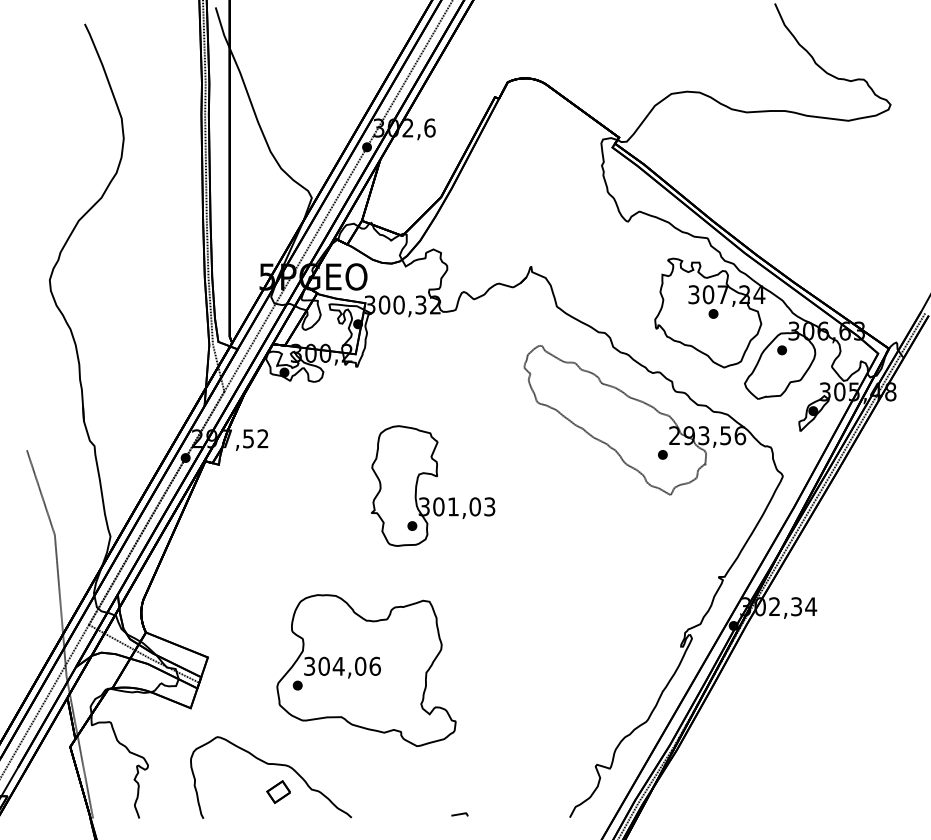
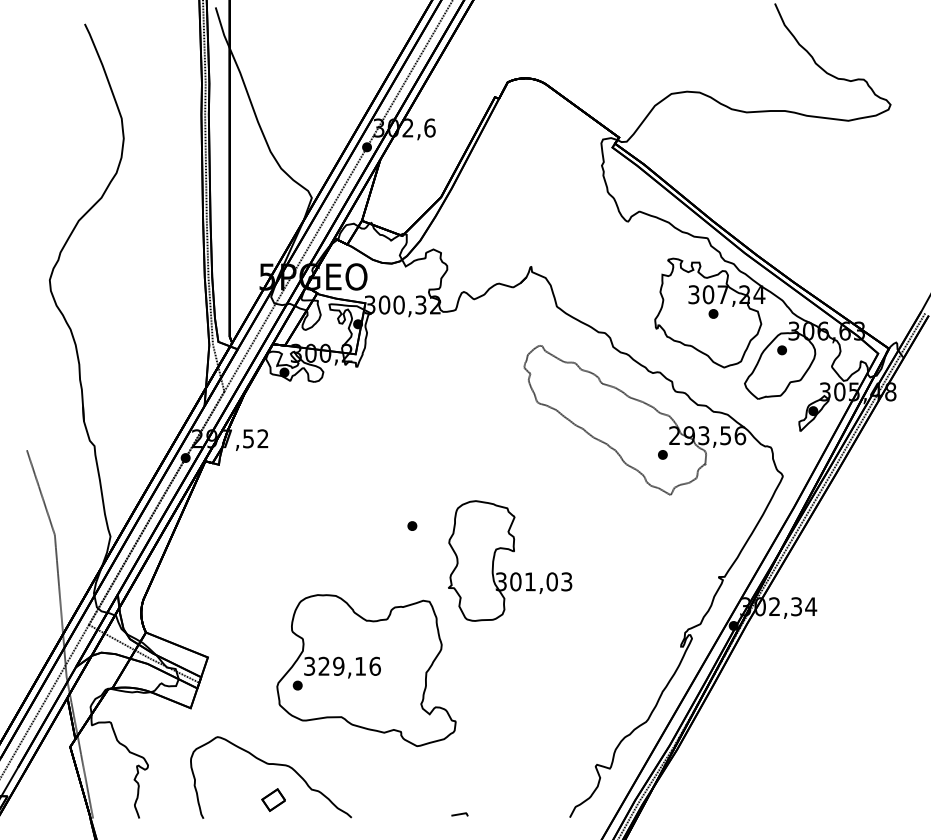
part at (436, 477) position: (436, 477) -> (513, 552)
text at (342, 665): 304,06 -> 329,16
part at (278, 791) position: (278, 791) -> (273, 799)
